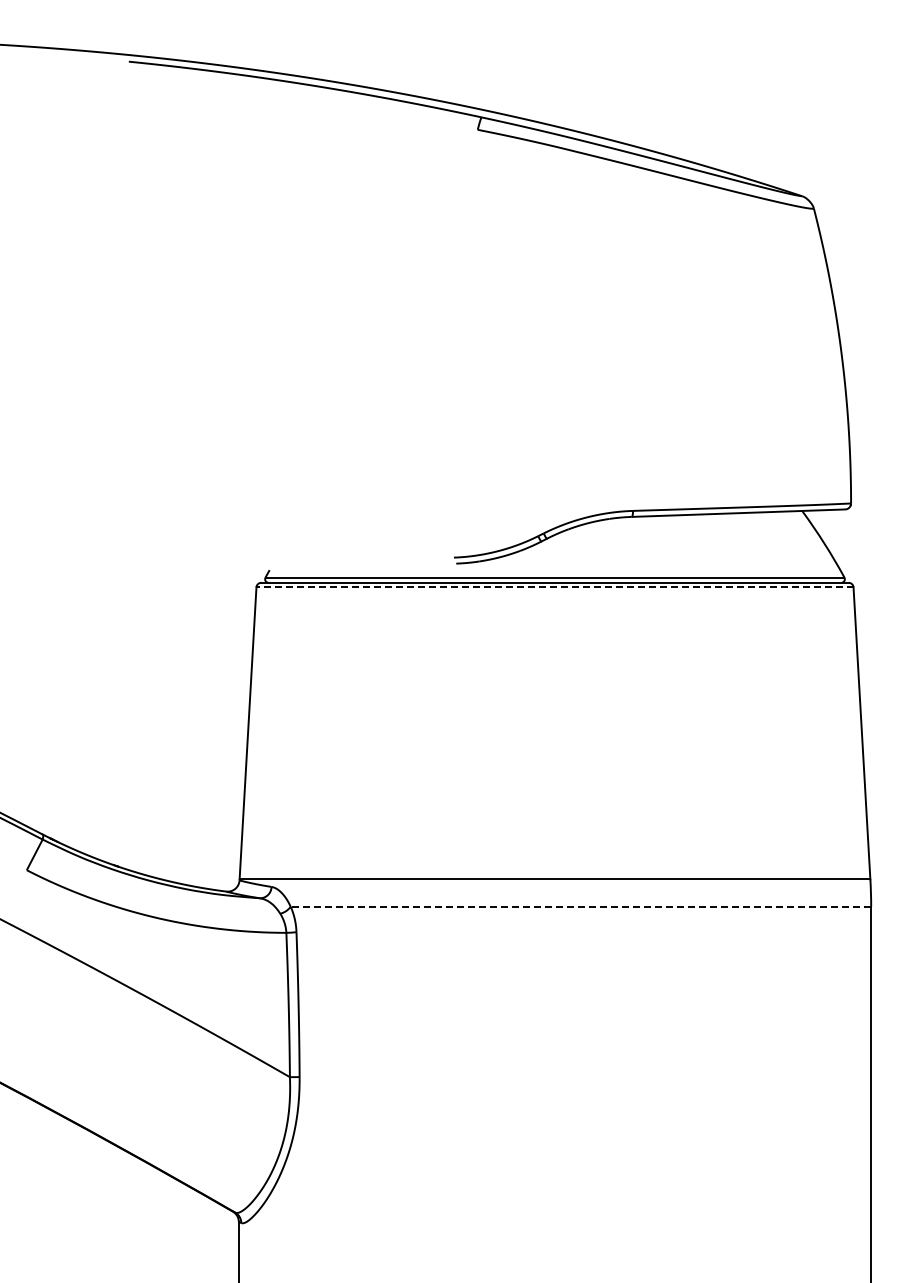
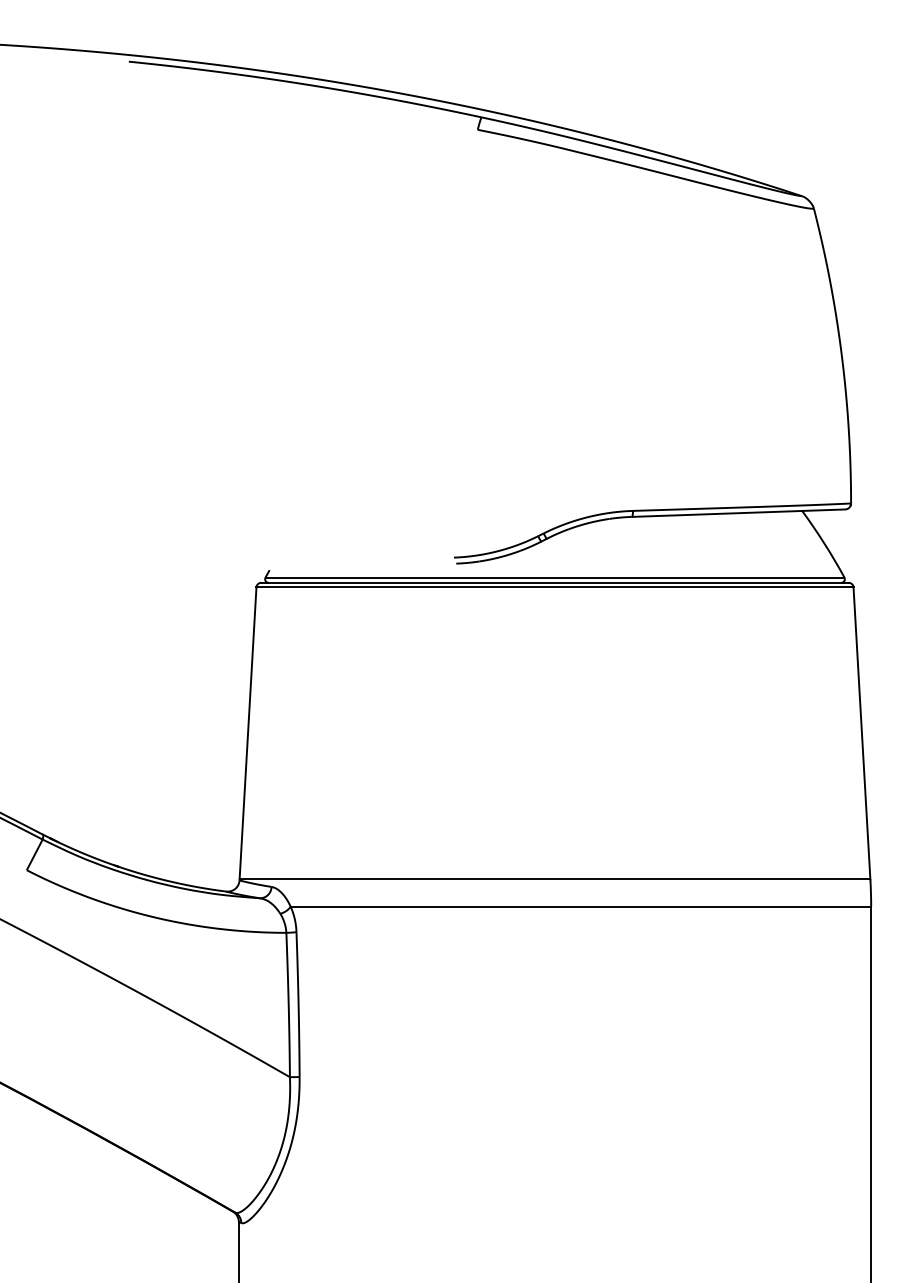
line at (555, 587): dashed -> solid
line at (580, 906): dashed -> solid
